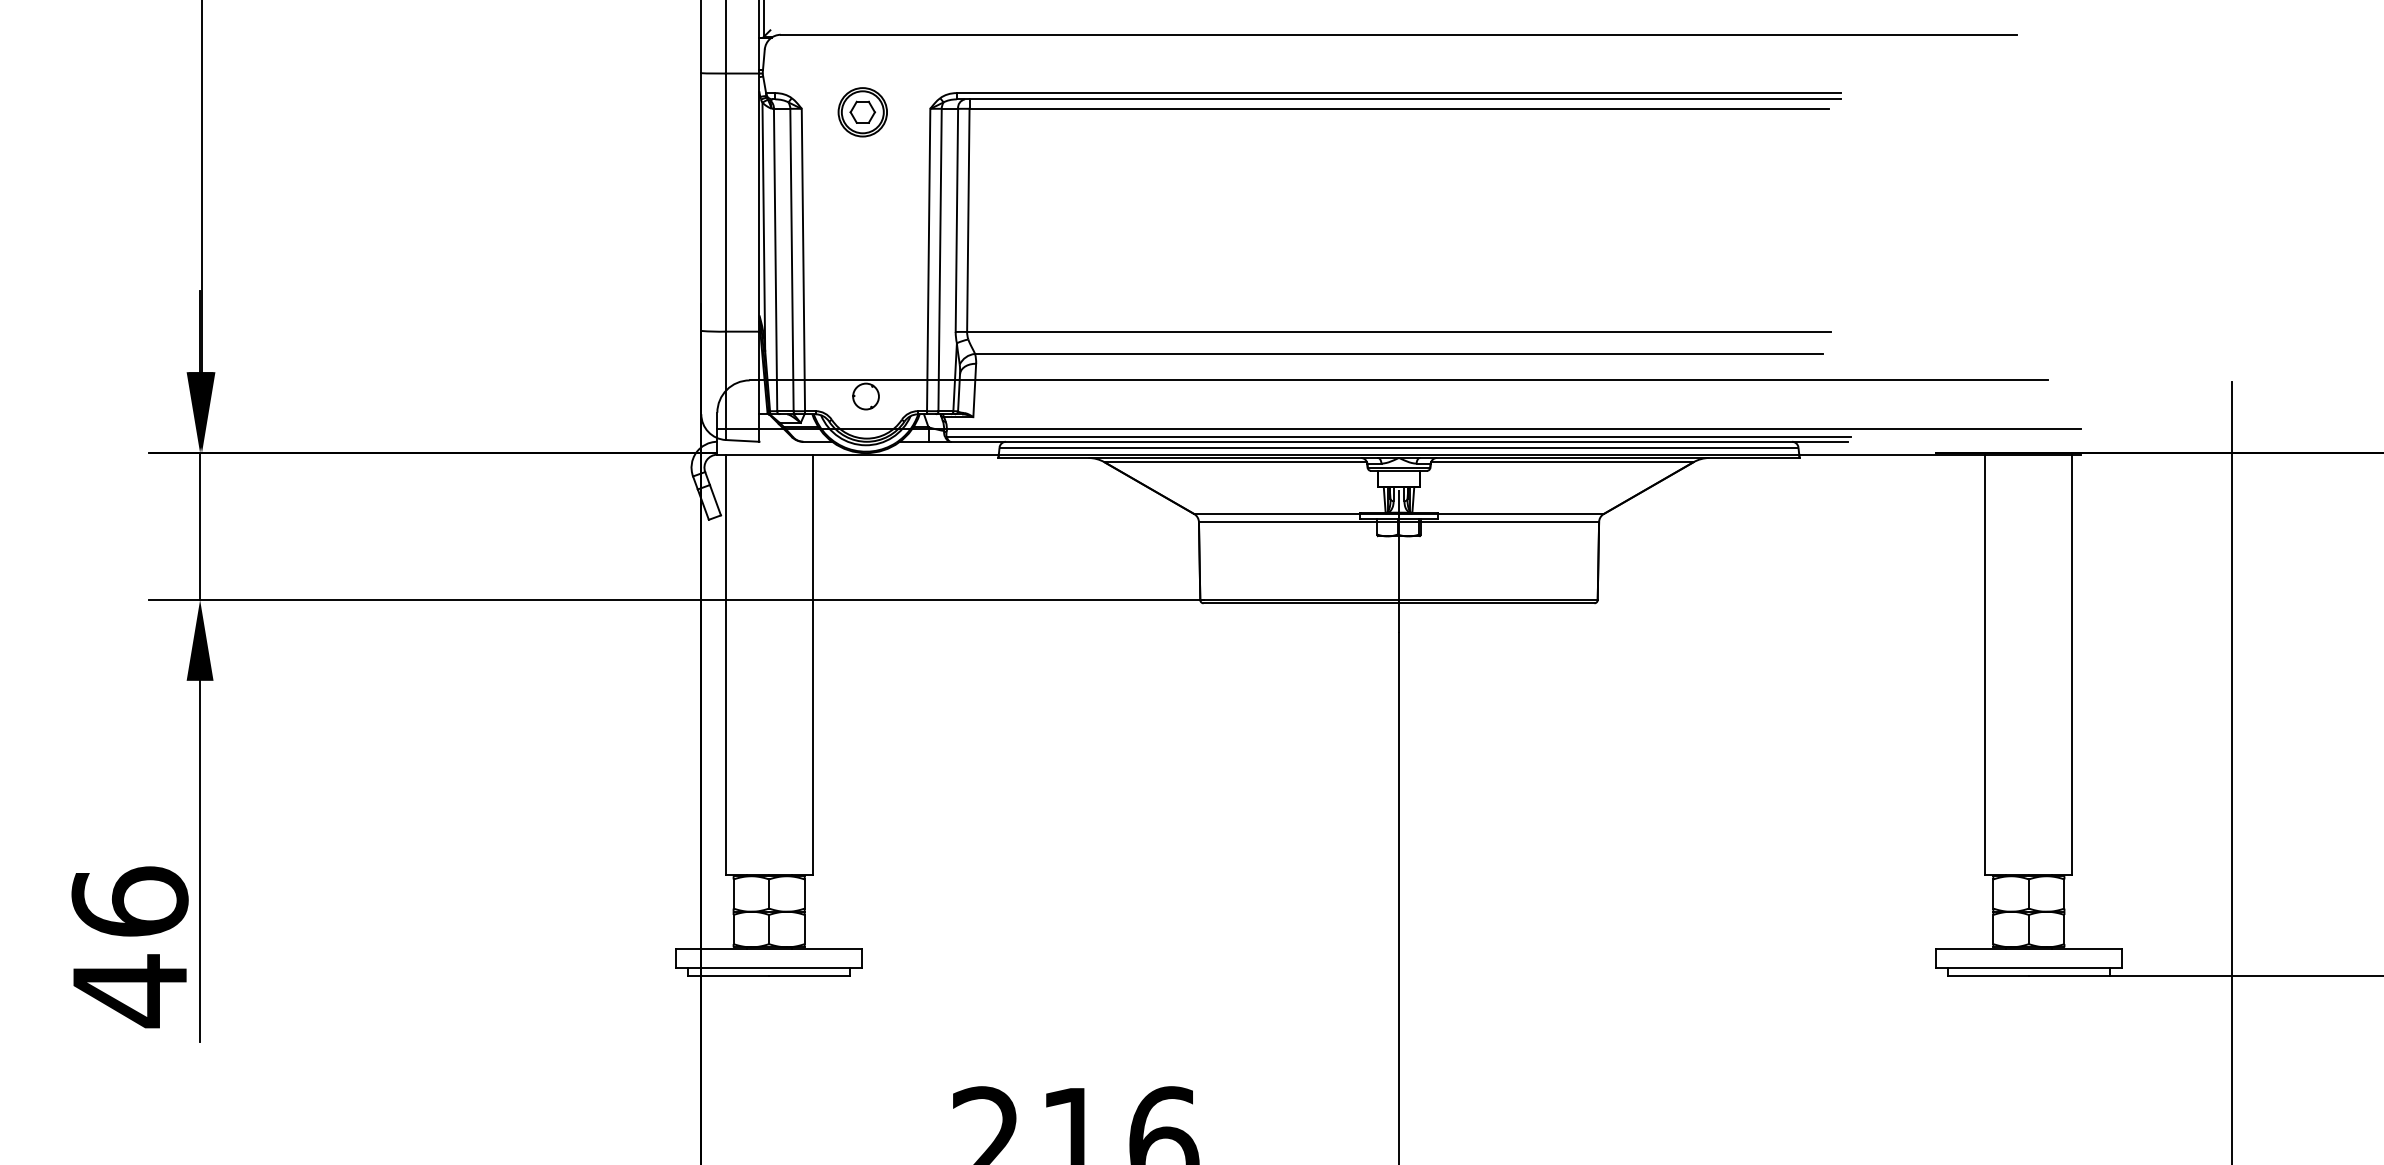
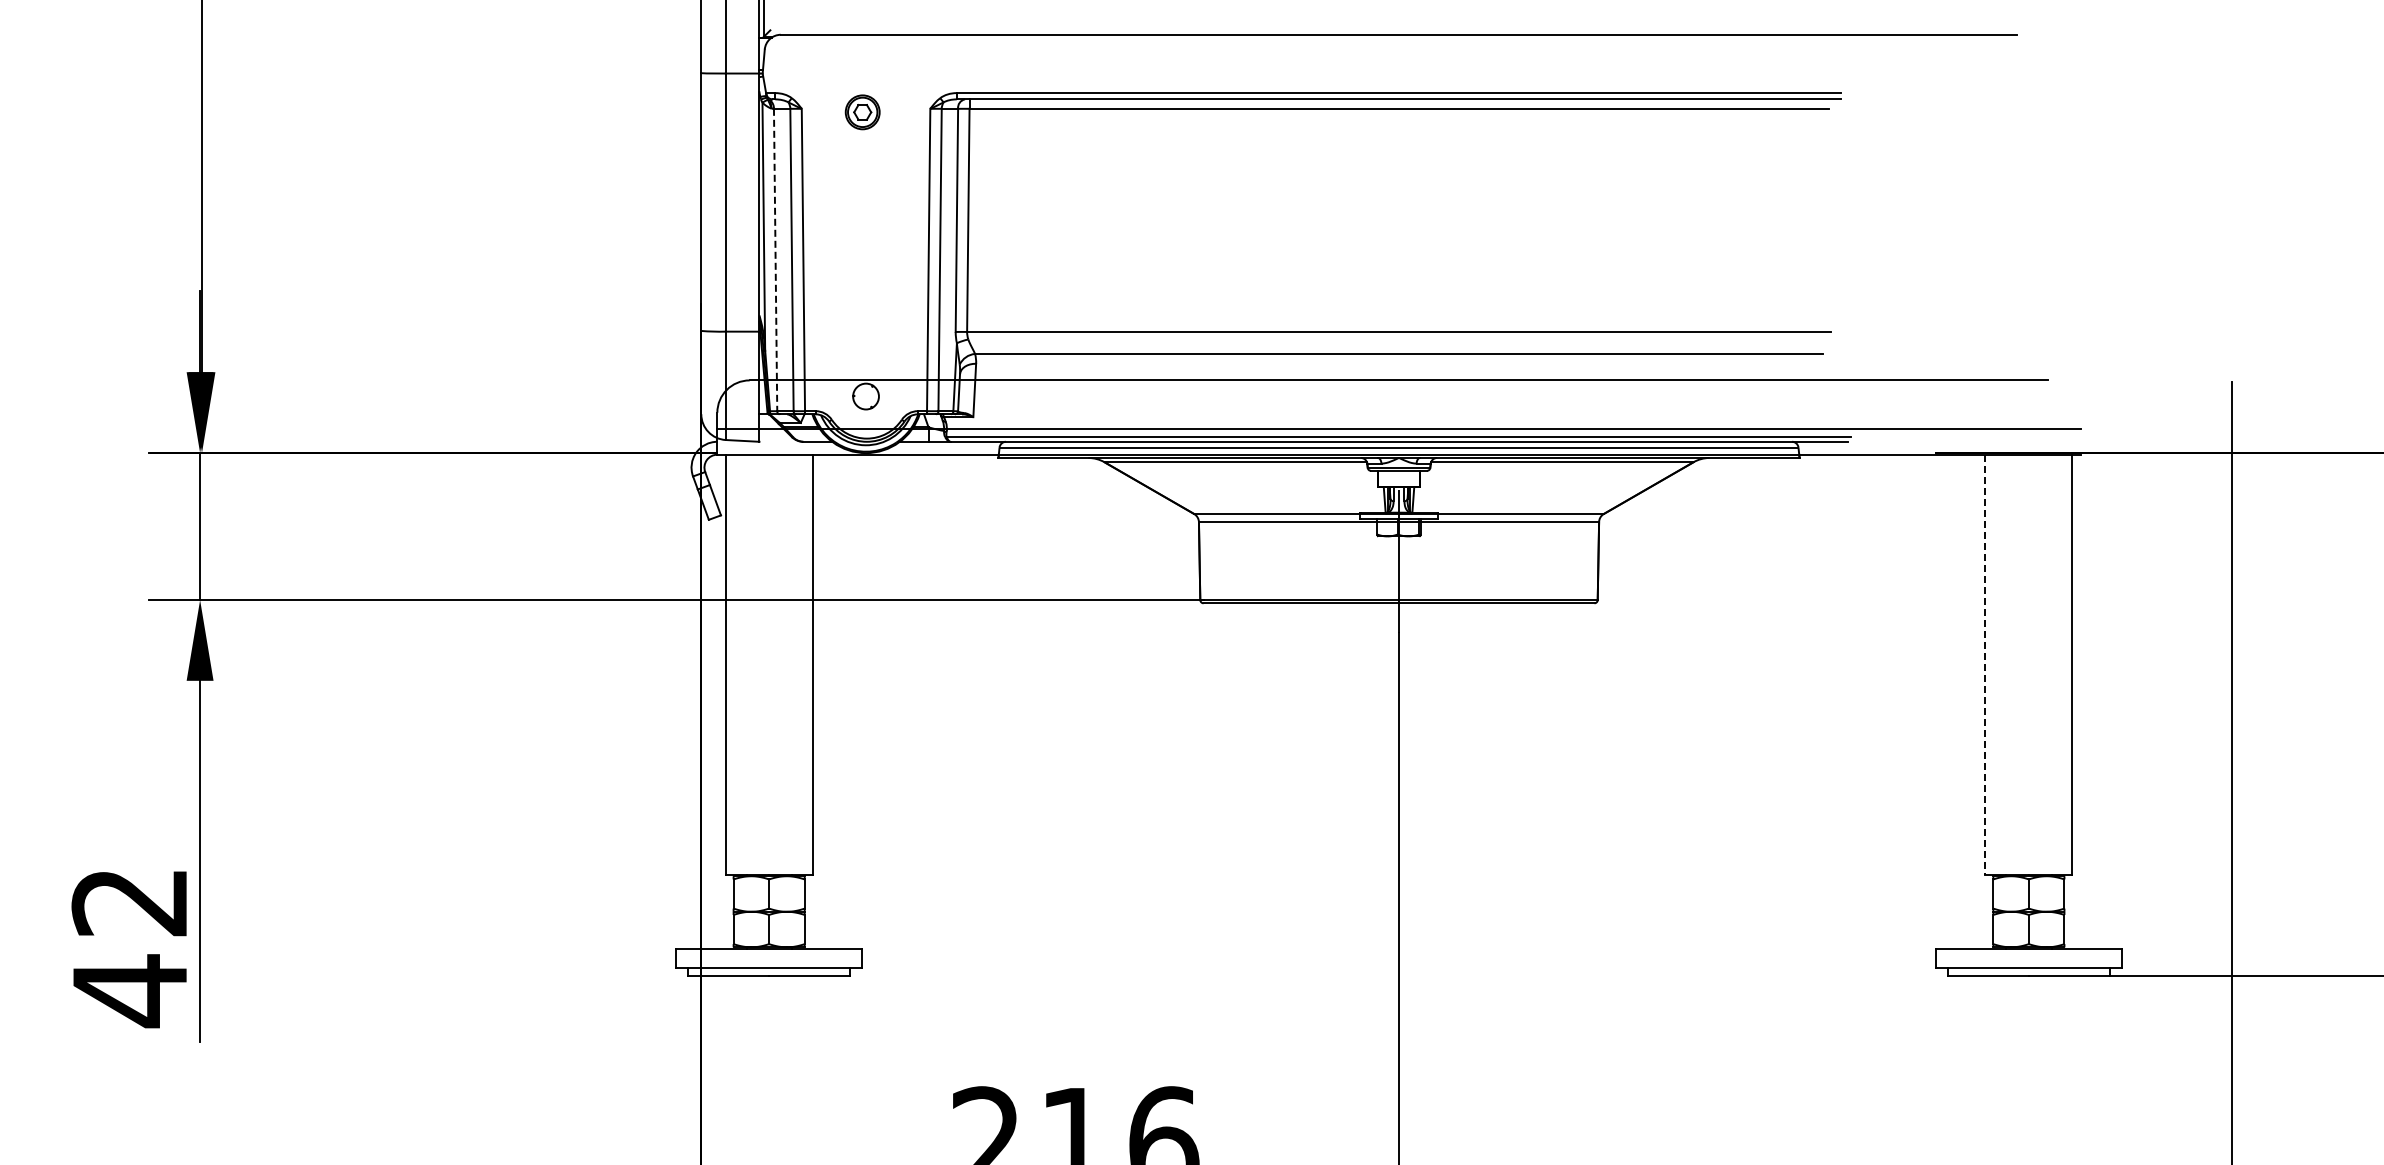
part at (862, 112) size: 51x51 px -> 37x37 px
line at (775, 260): solid -> dashed
line at (1985, 664): solid -> dashed
text at (129, 901): 46 -> 42
